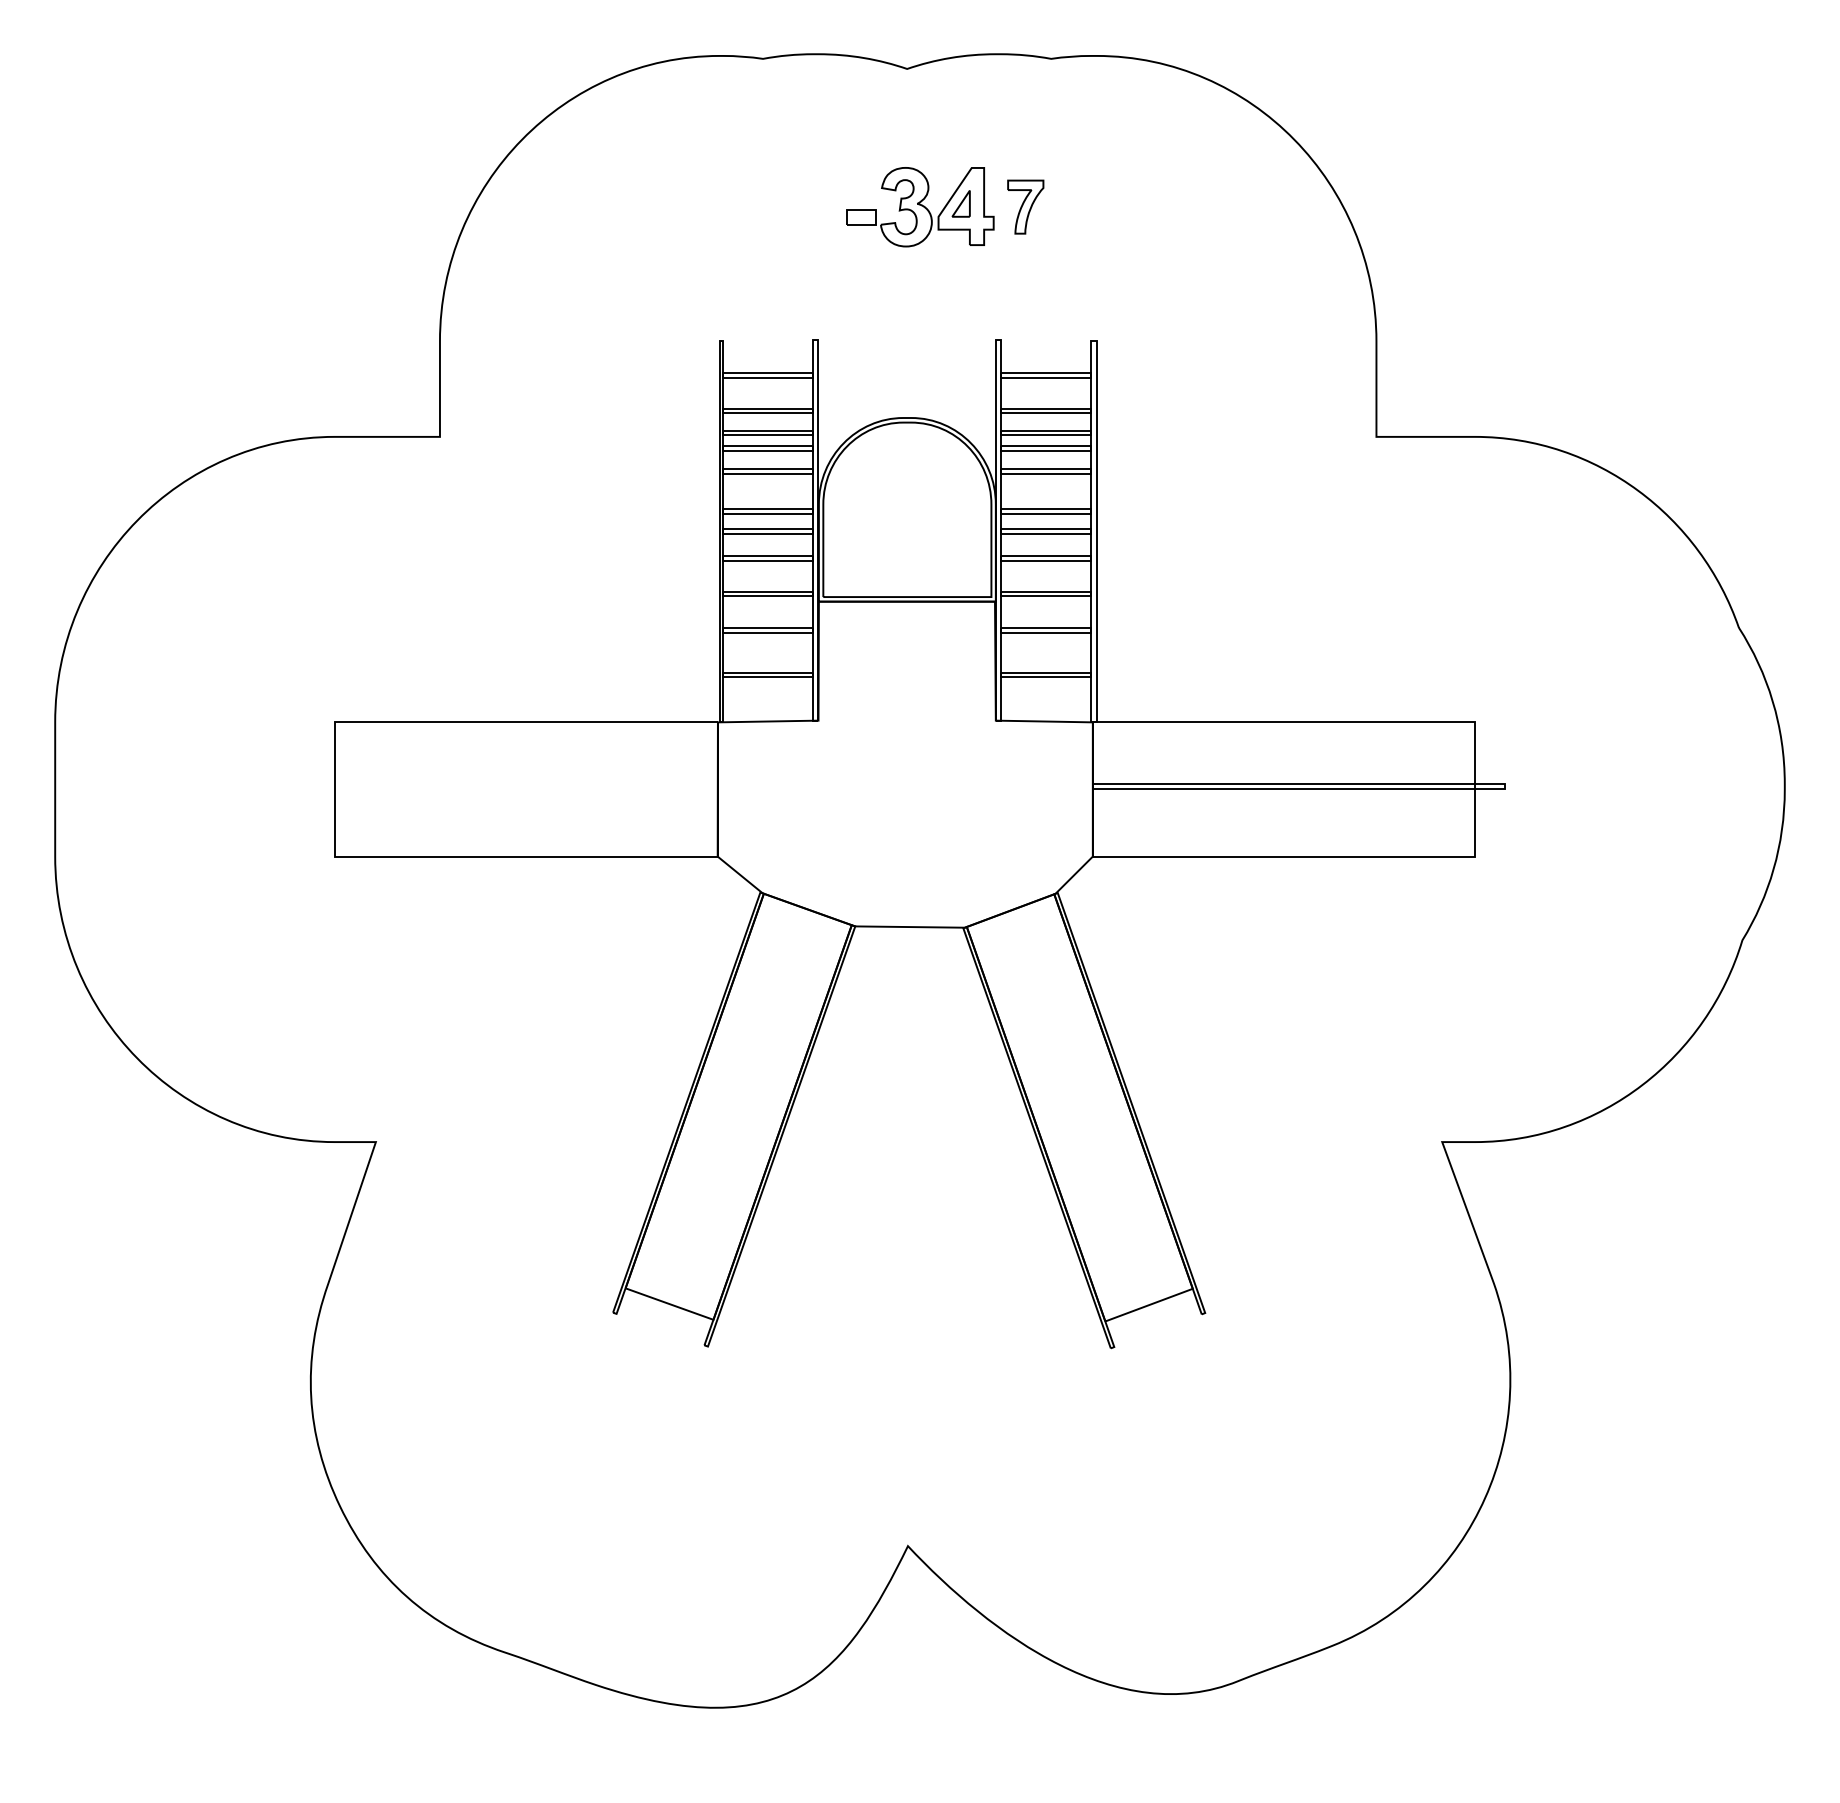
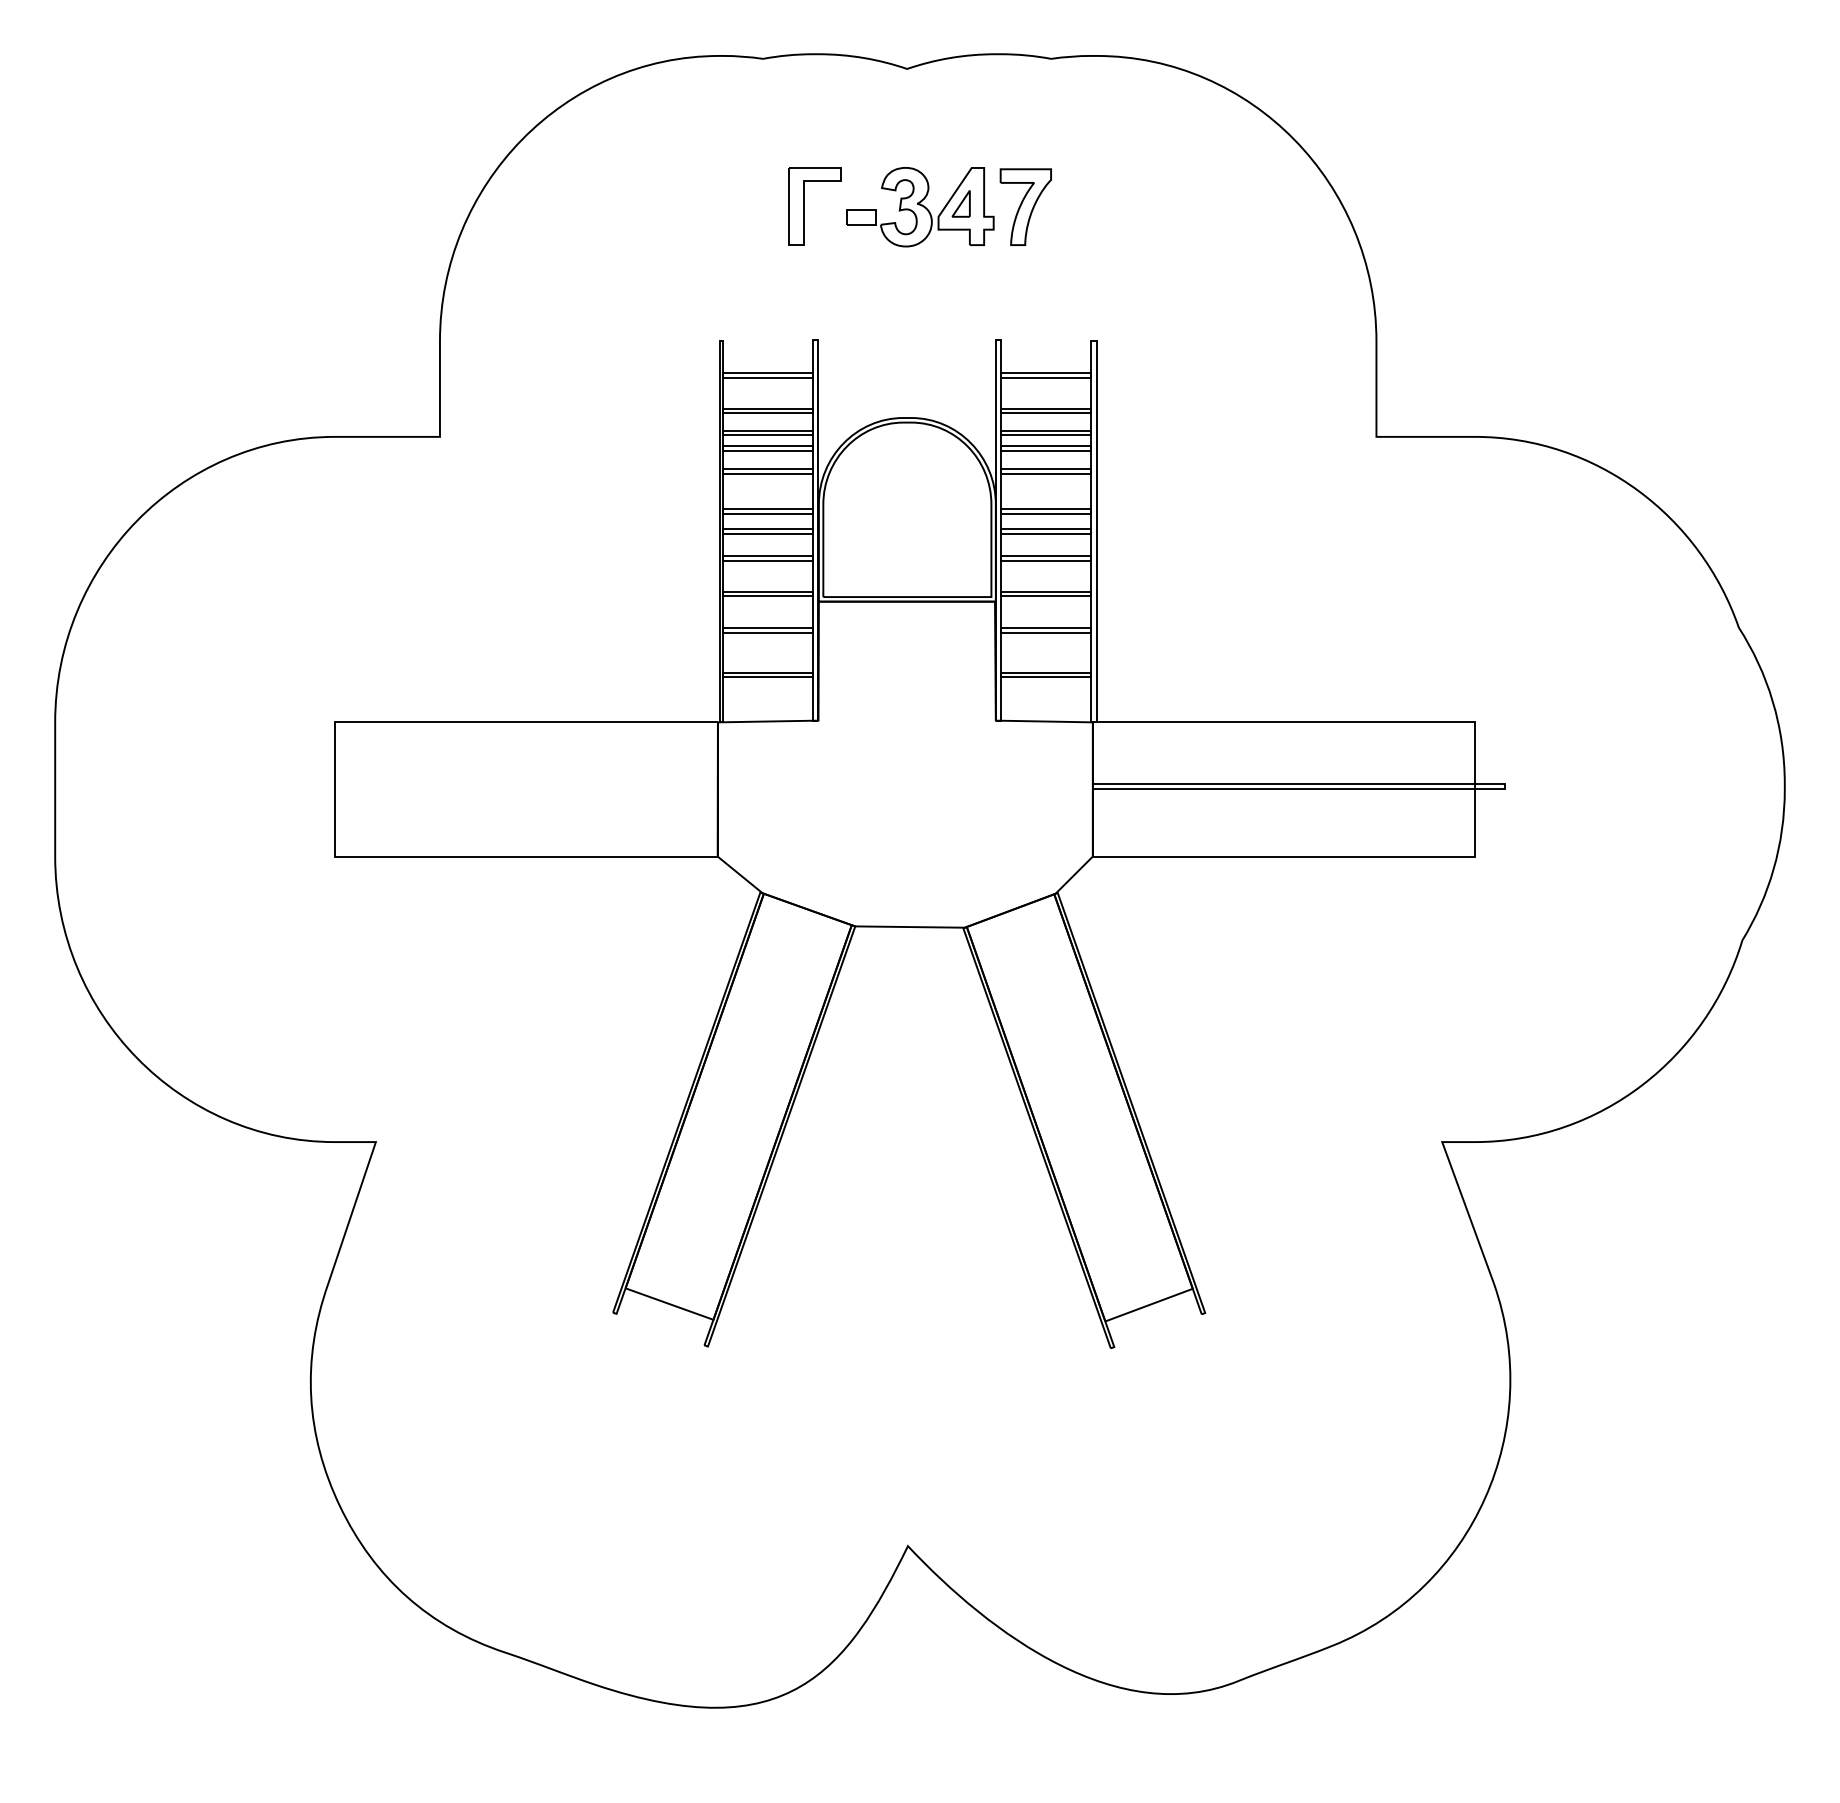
part at (804, 206): none -> present
part at (1025, 206) size: 38x56 px -> 53x78 px
